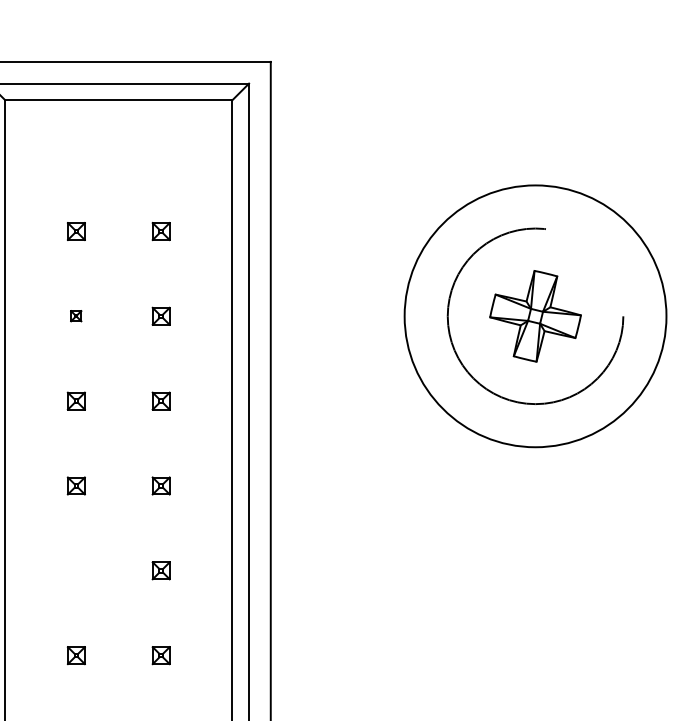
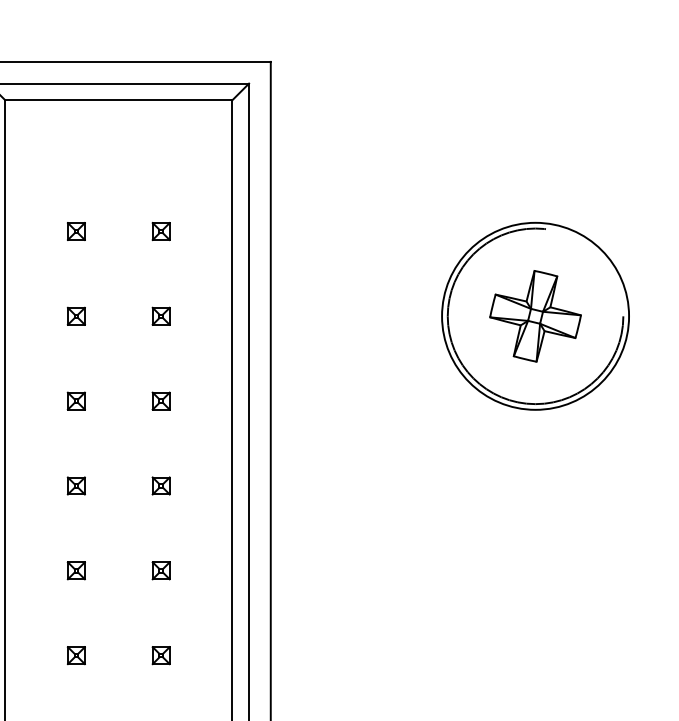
part at (76, 316) size: 13x13 px -> 20x20 px
circle at (535, 316) diameter: 262 px -> 187 px
part at (75, 570): none -> present
